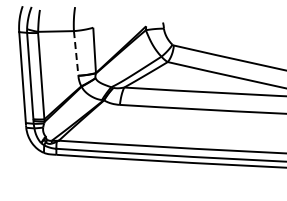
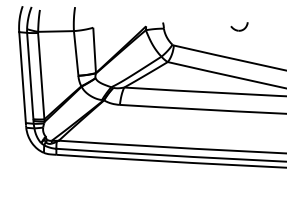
part at (239, 26): none -> present
line at (76, 53): dashed -> solid
